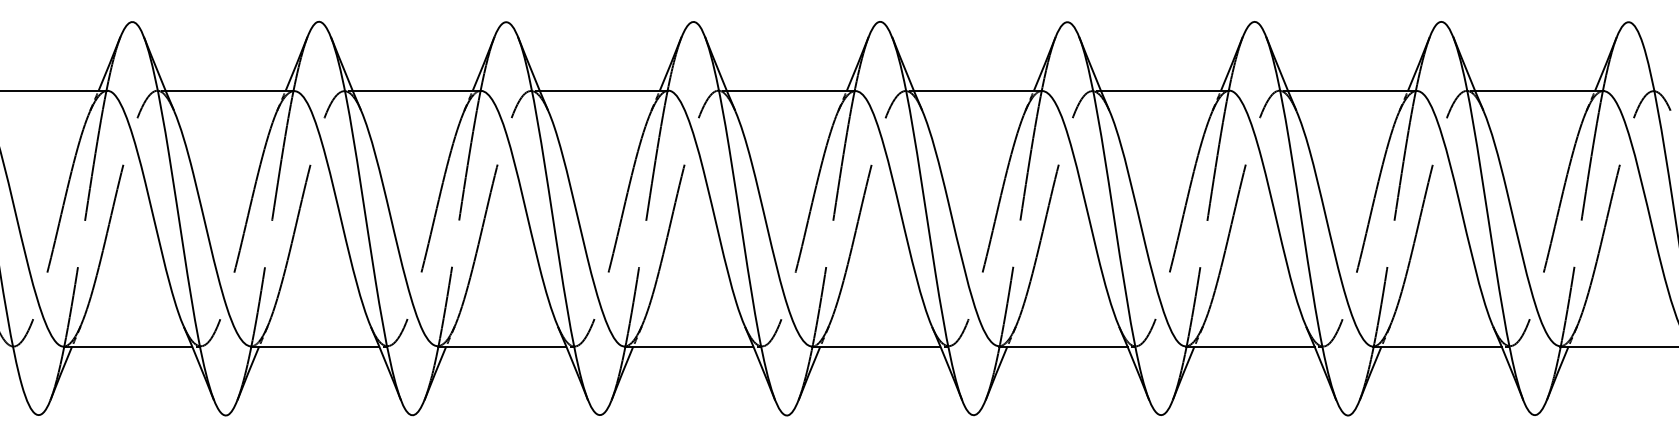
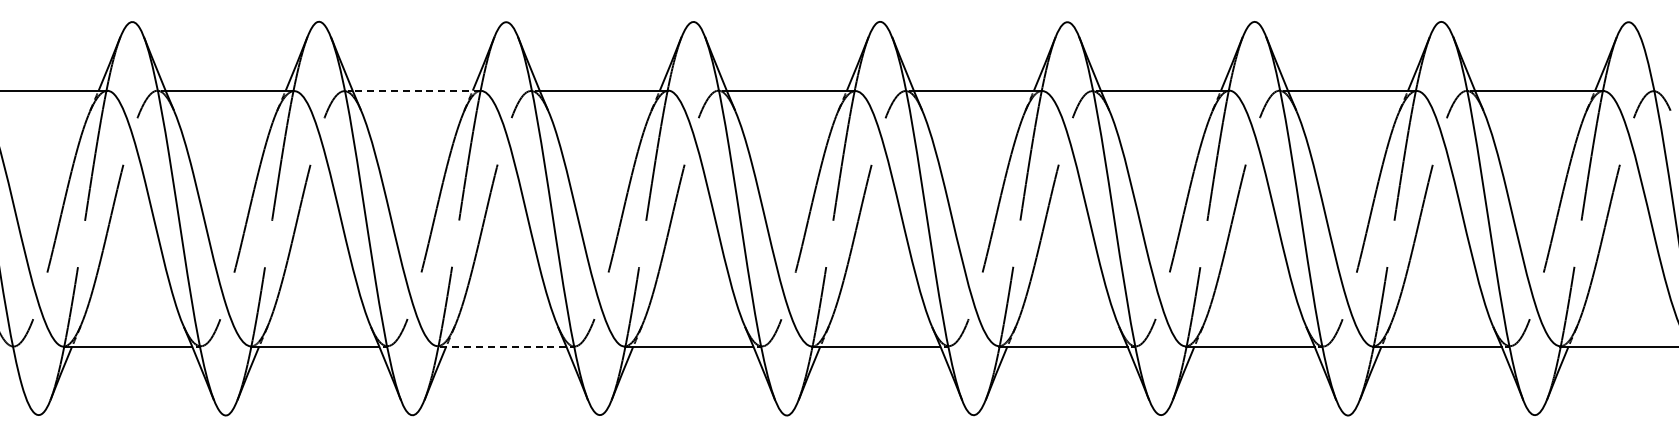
line at (416, 90): solid -> dashed
line at (501, 346): solid -> dashed
